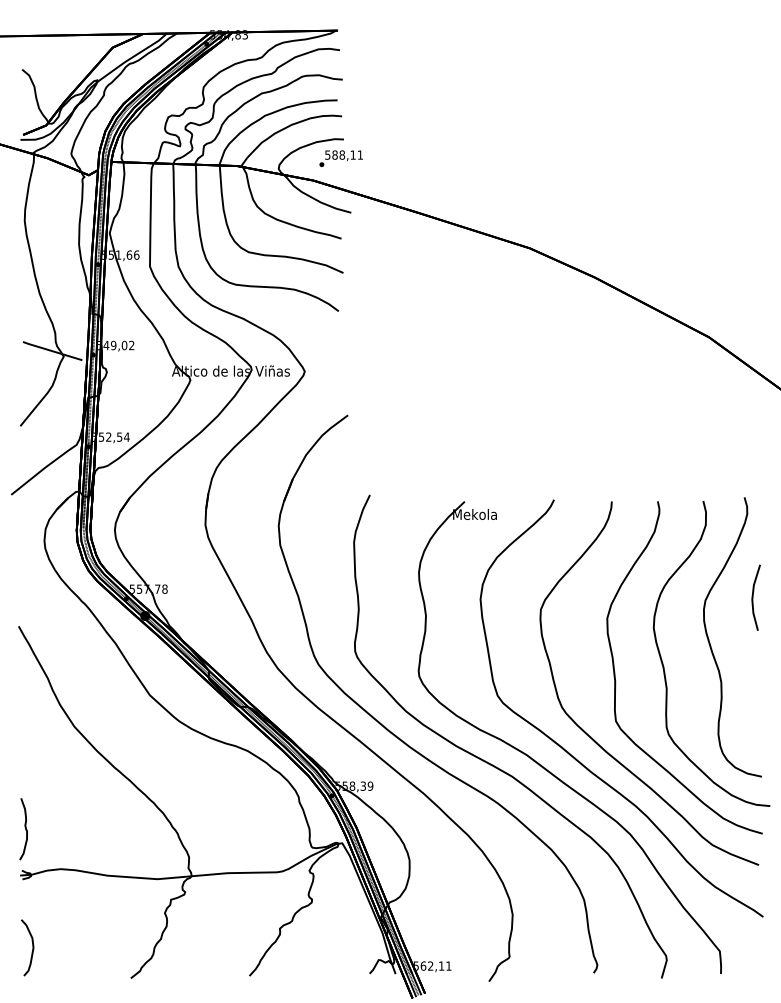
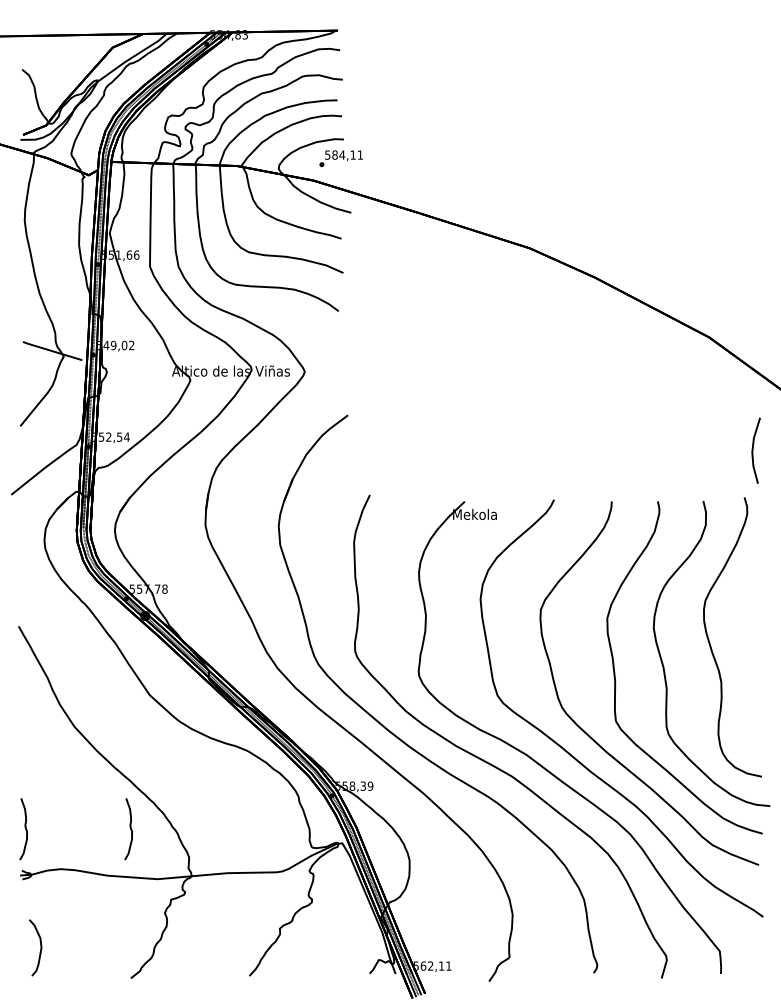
text at (341, 154): 588,11 -> 584,11
line at (753, 597) position: (753, 597) -> (753, 450)
curve at (130, 829): none -> present
curve at (32, 947) position: (32, 947) -> (40, 947)
